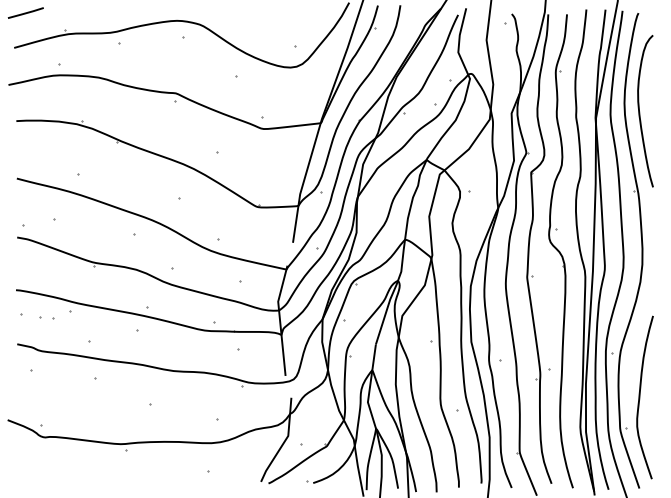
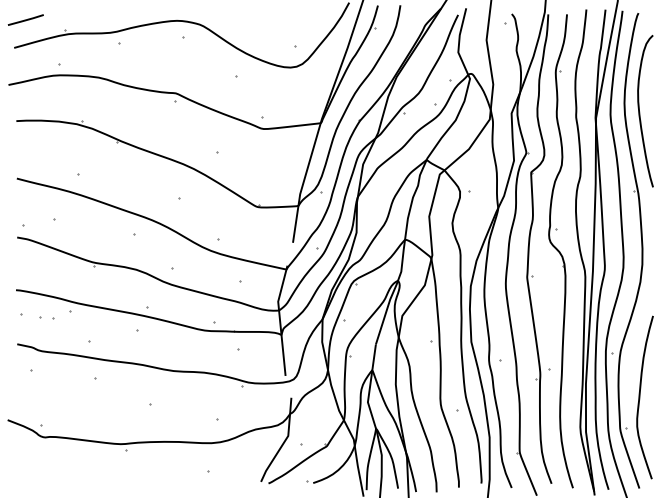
line at (25, 12) position: (25, 12) -> (25, 19)
